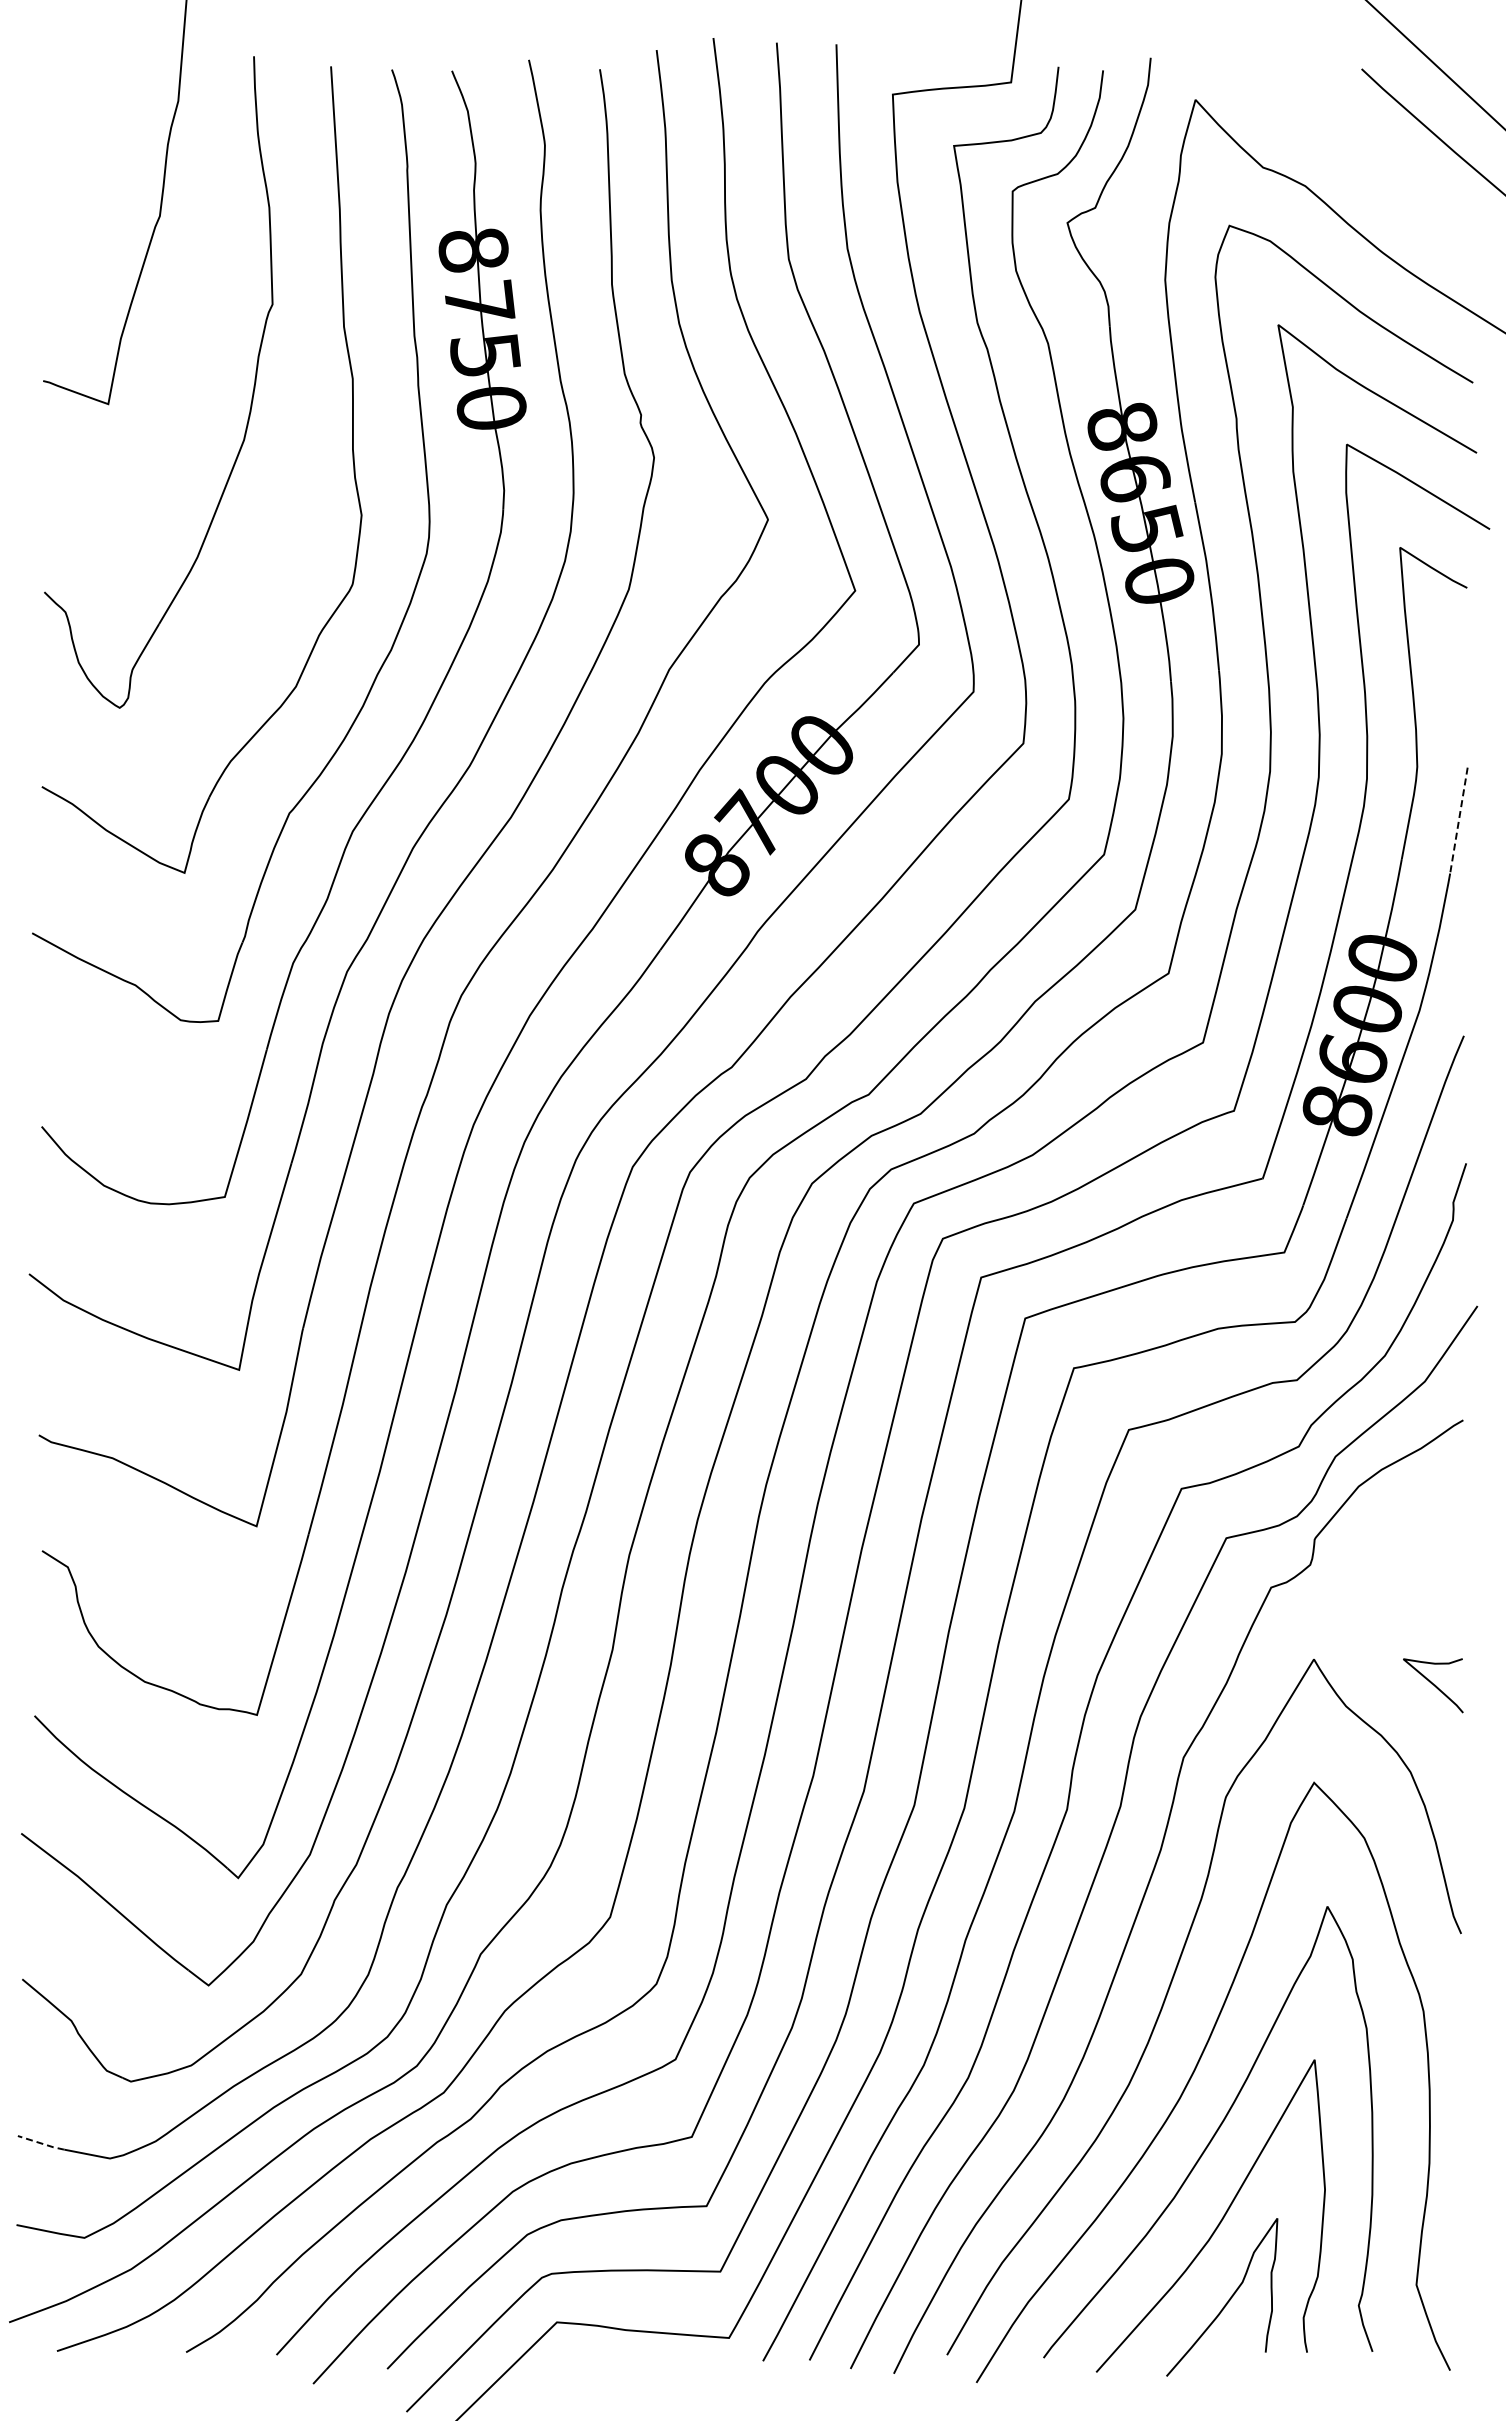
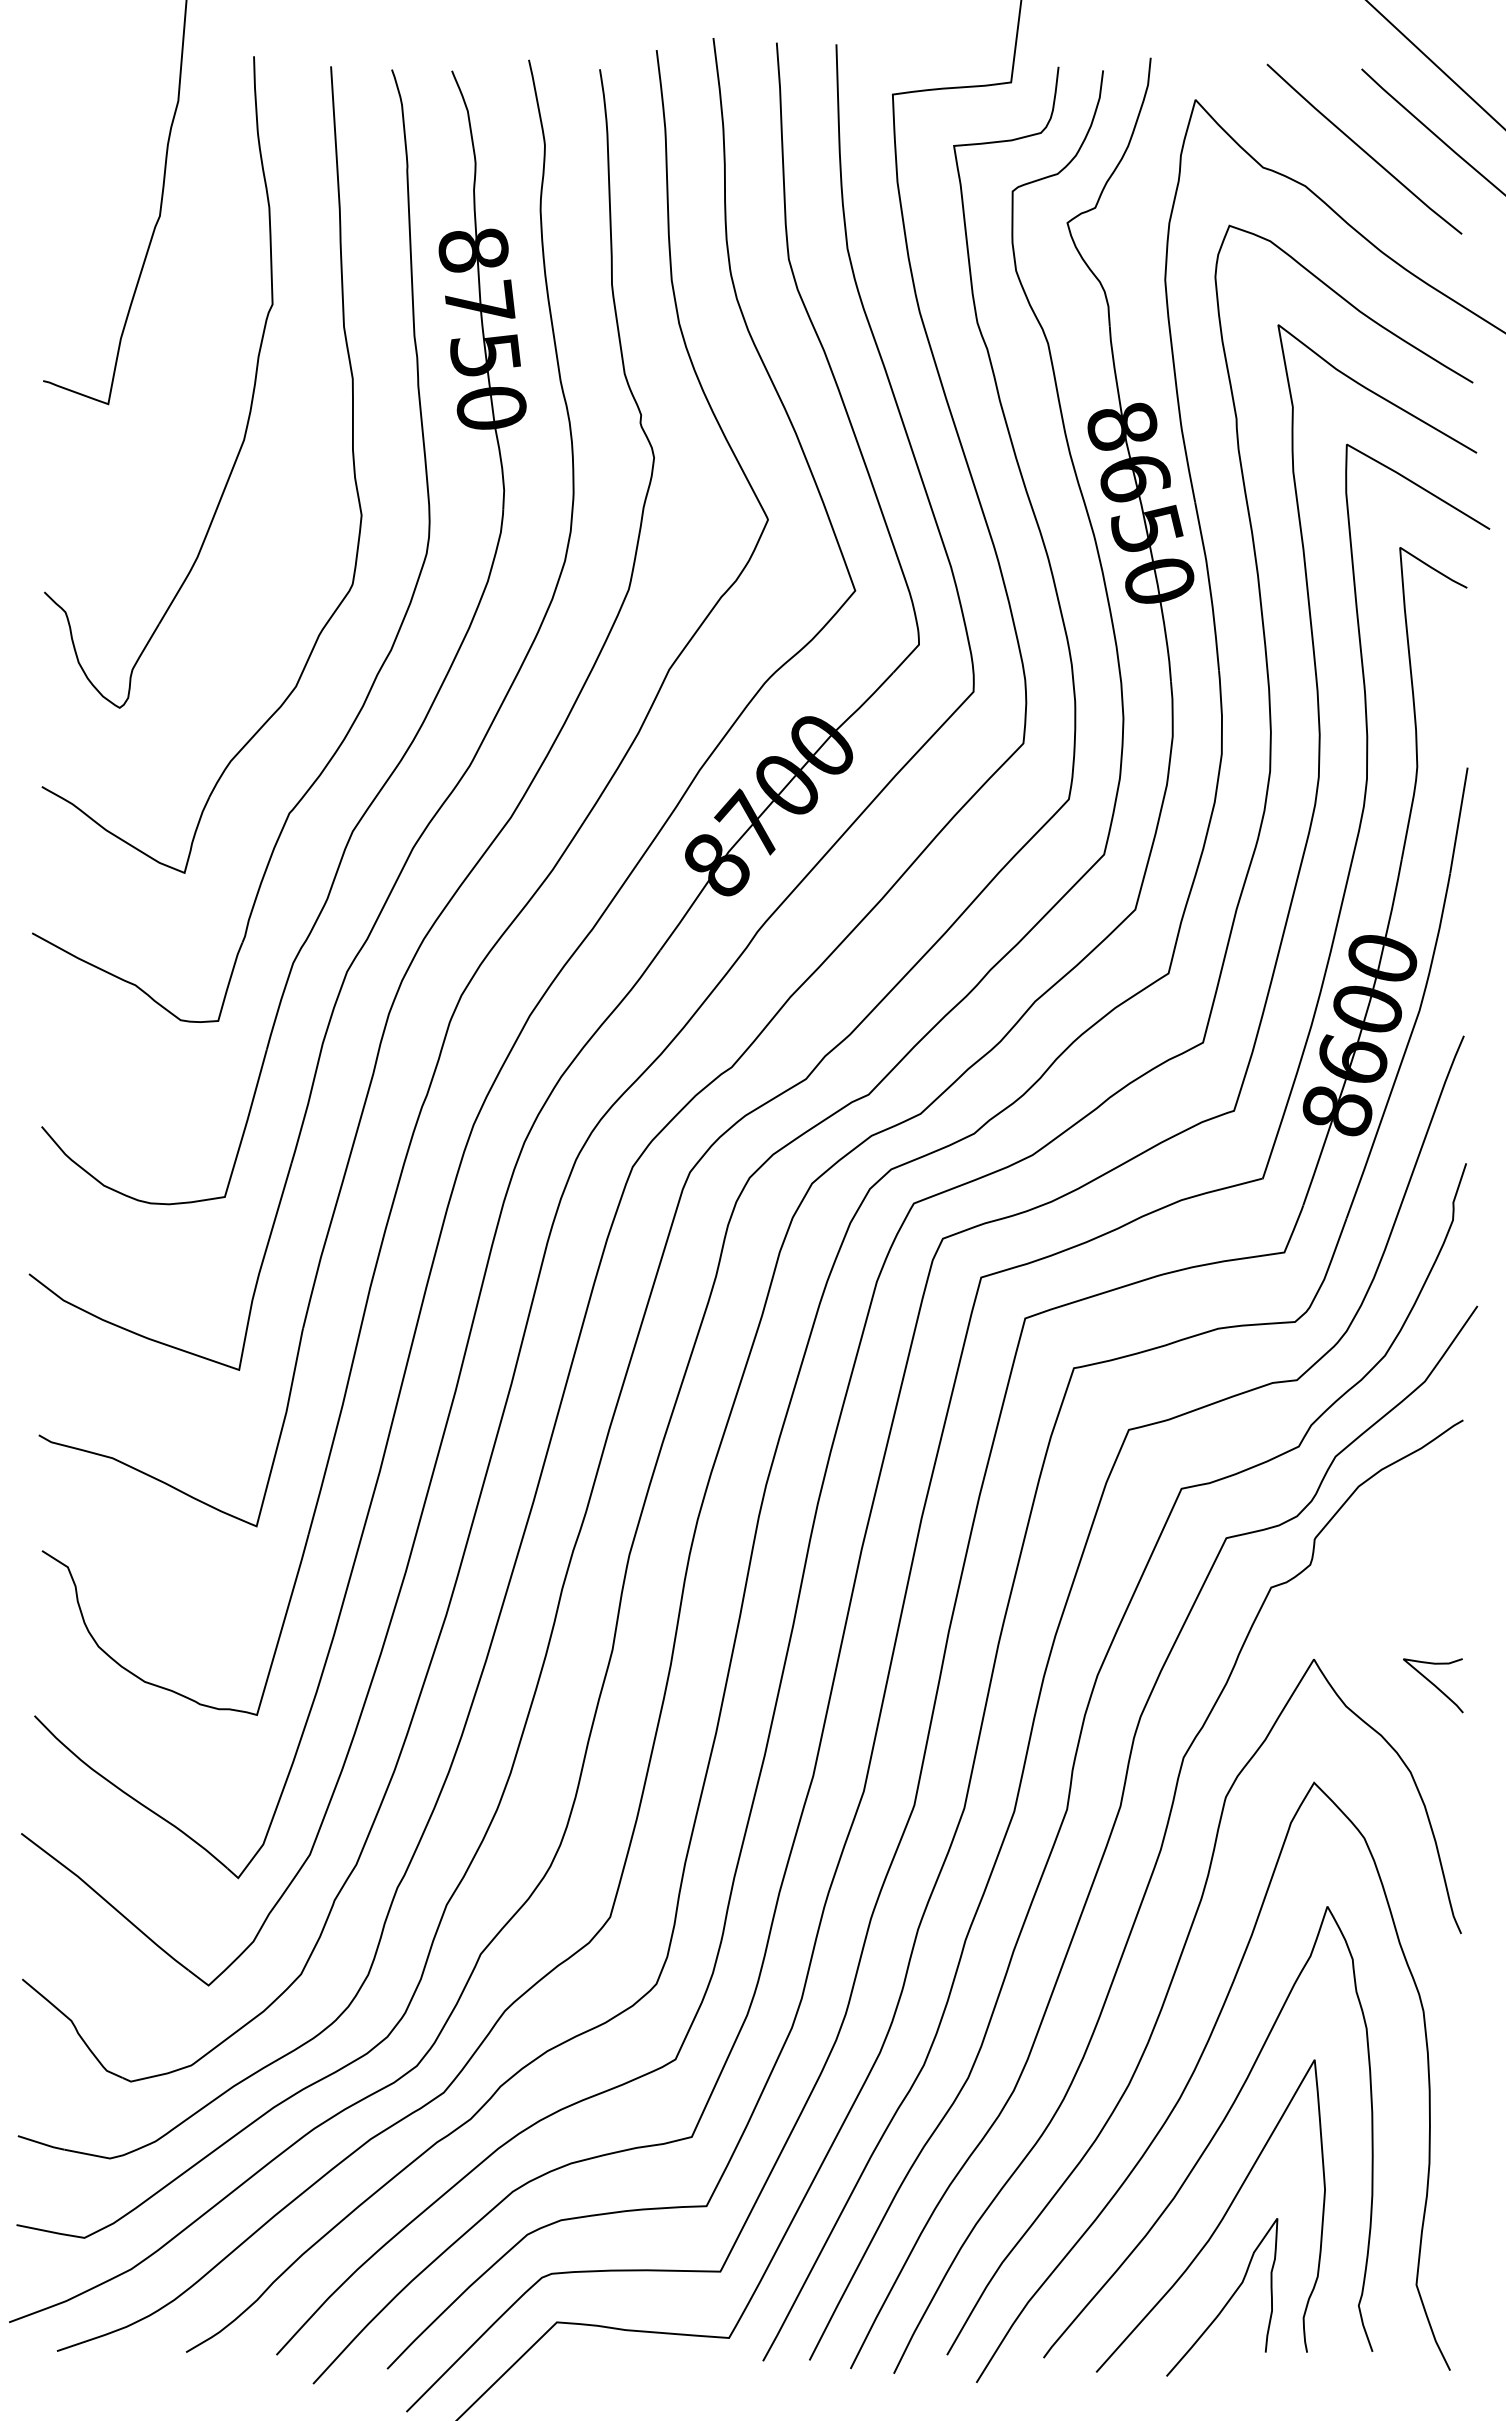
line at (1363, 149): none -> present
line at (1458, 821): dashed -> solid
line at (42, 2143): dashed -> solid
